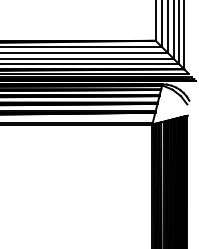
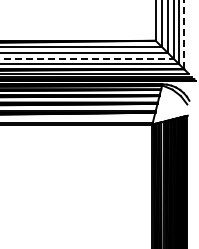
line at (184, 34): solid -> dashed
line at (87, 58): solid -> dashed
